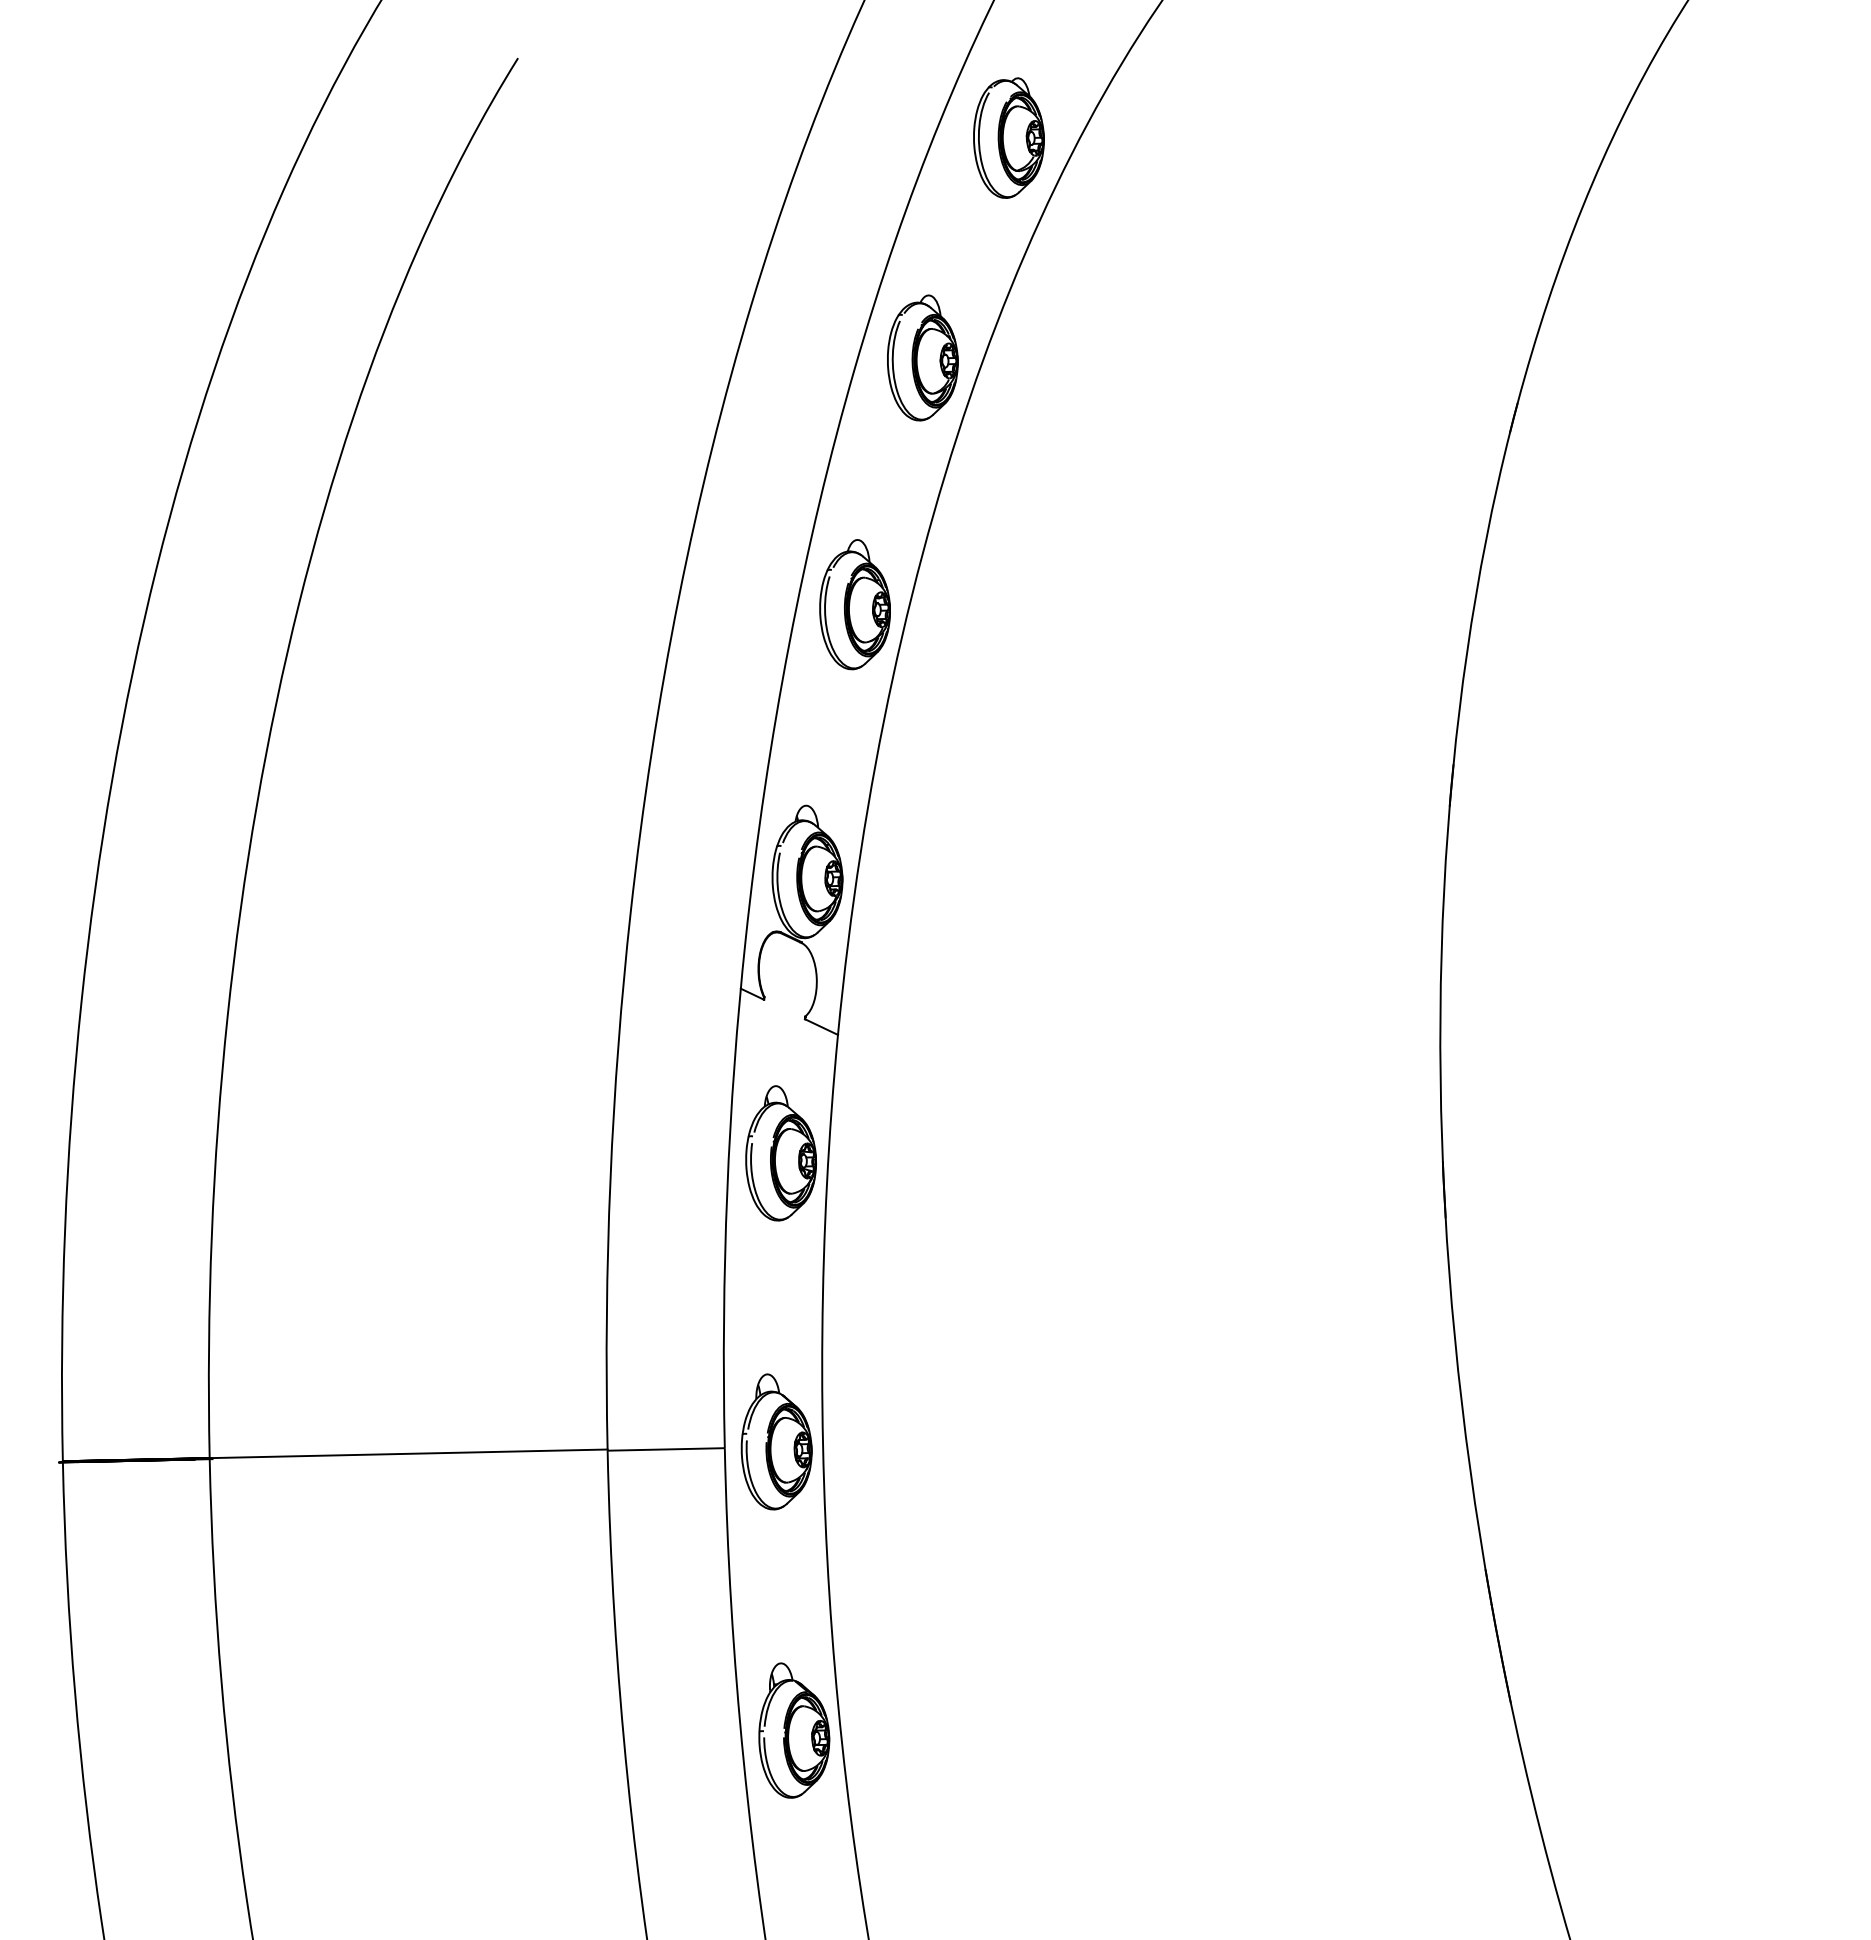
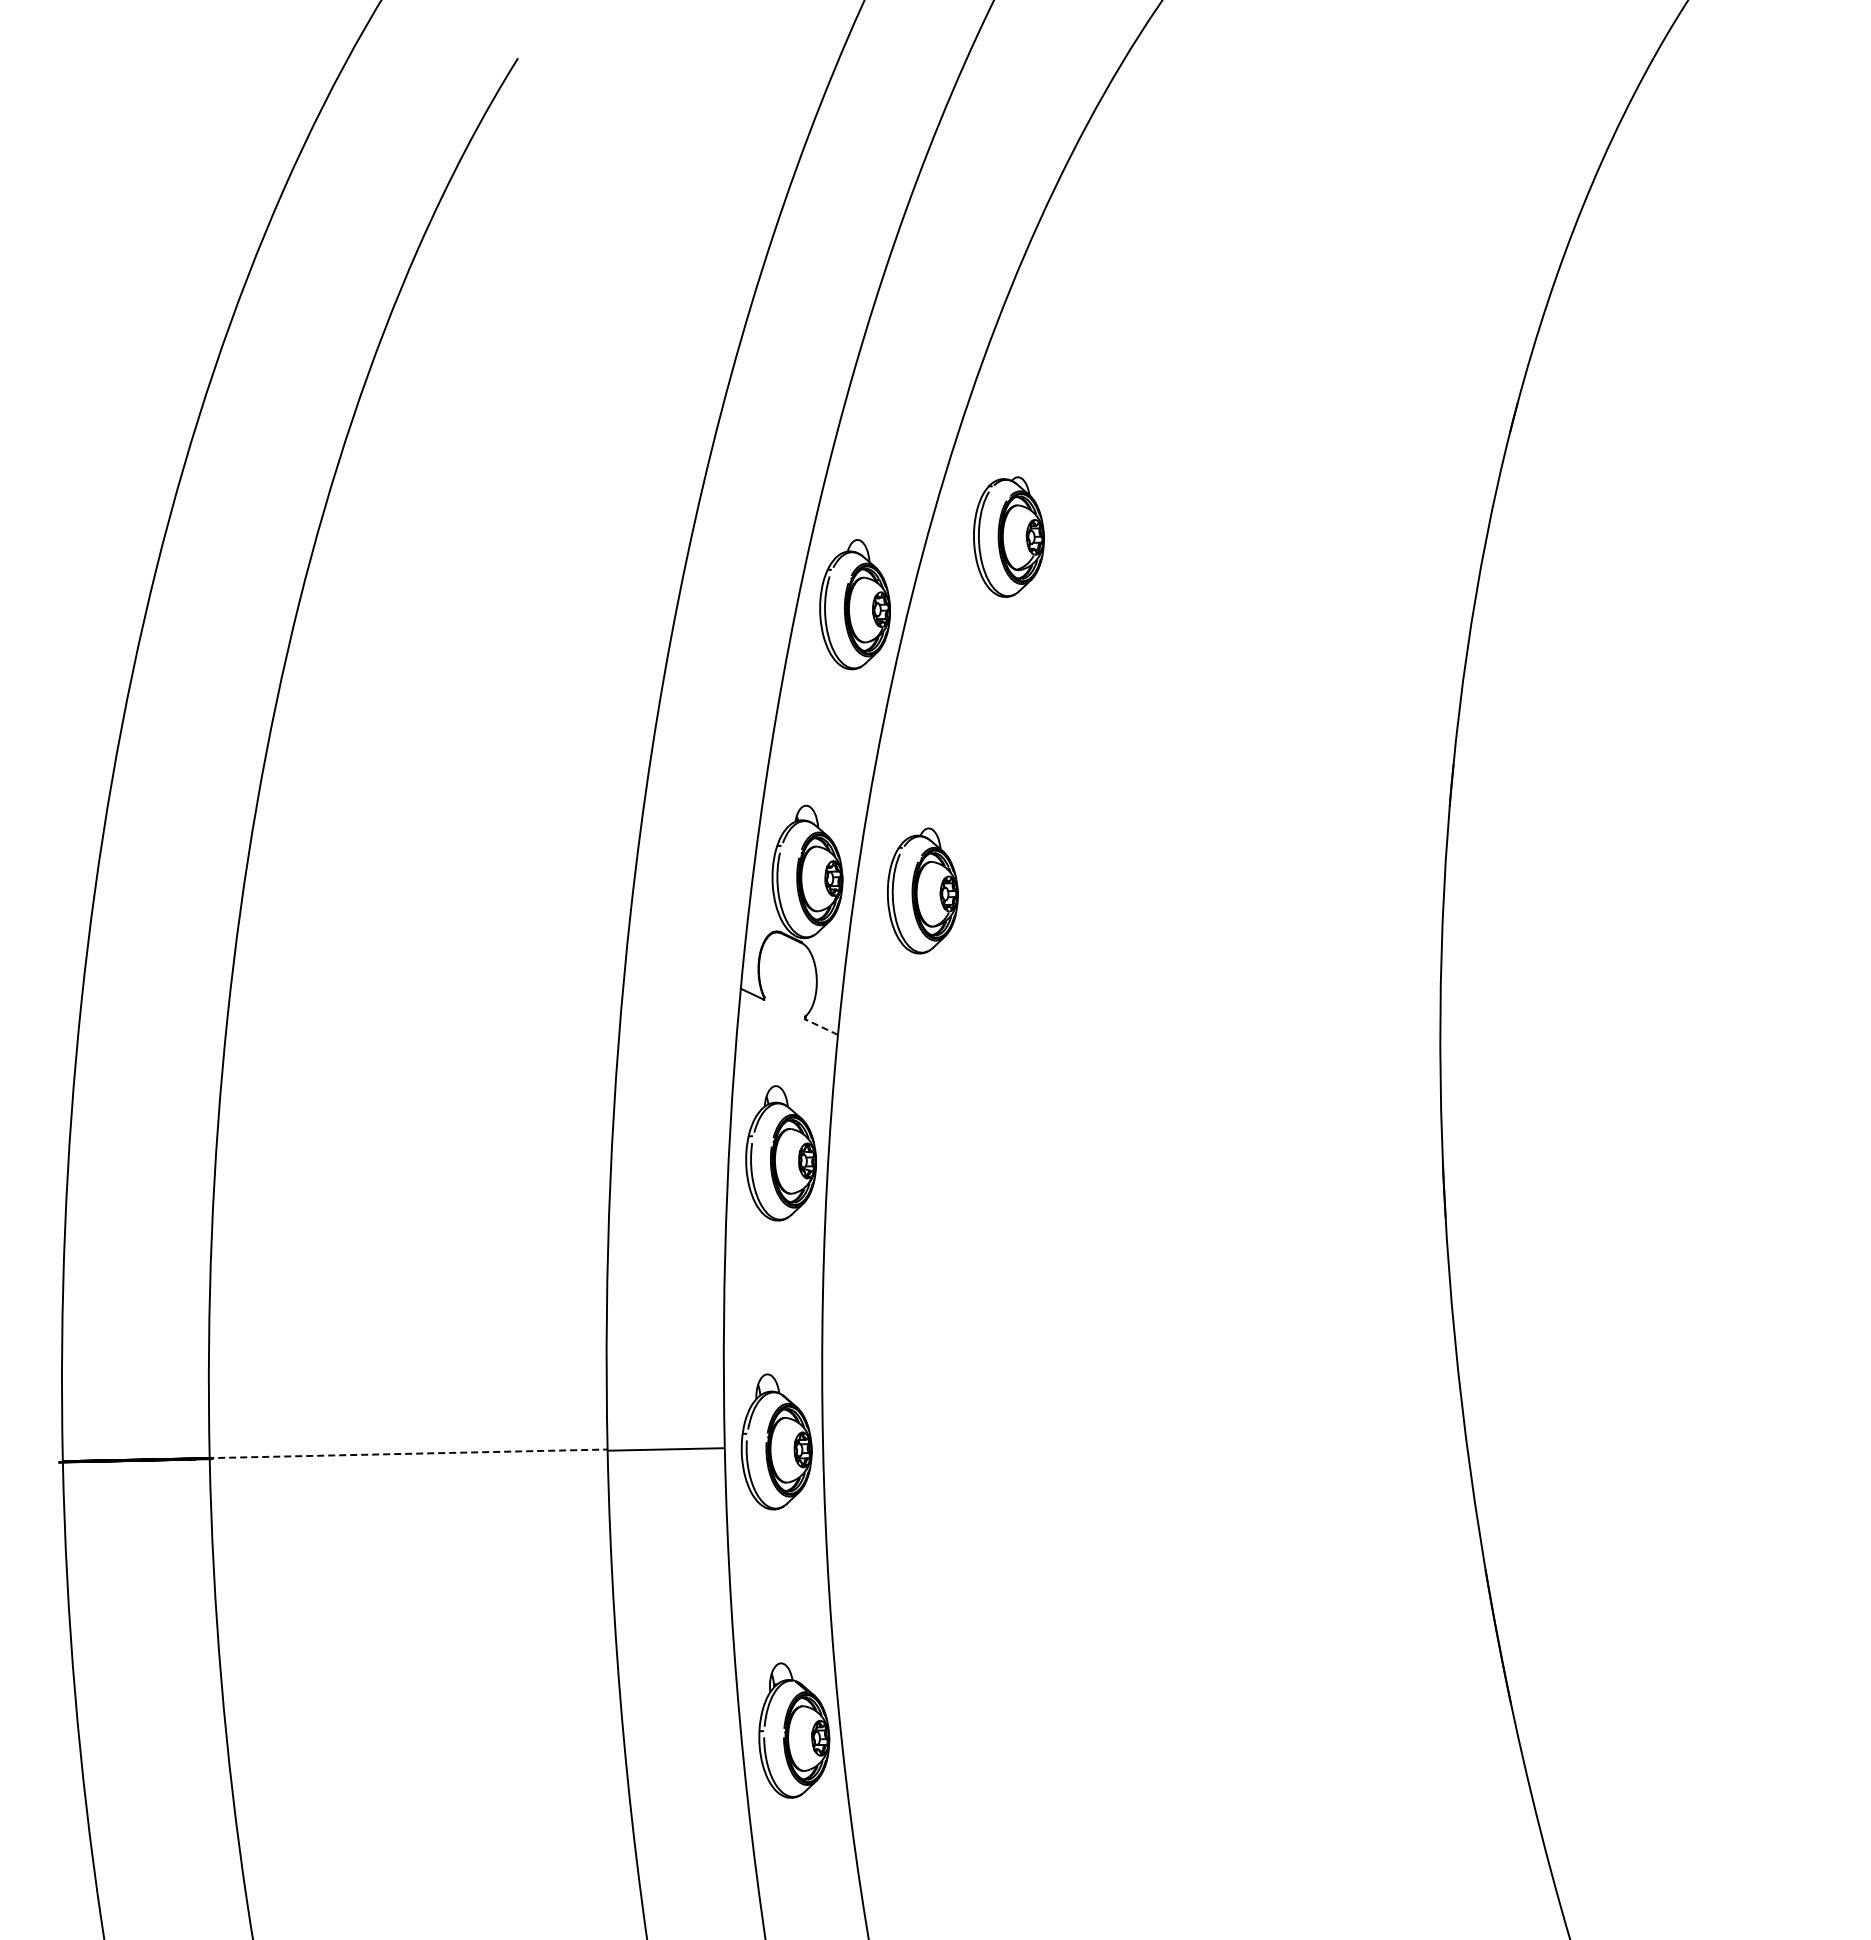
part at (1008, 137) position: (1008, 137) -> (1008, 536)
part at (922, 357) position: (922, 357) -> (922, 890)
line at (821, 1026): solid -> dashed
line at (407, 1453): solid -> dashed
